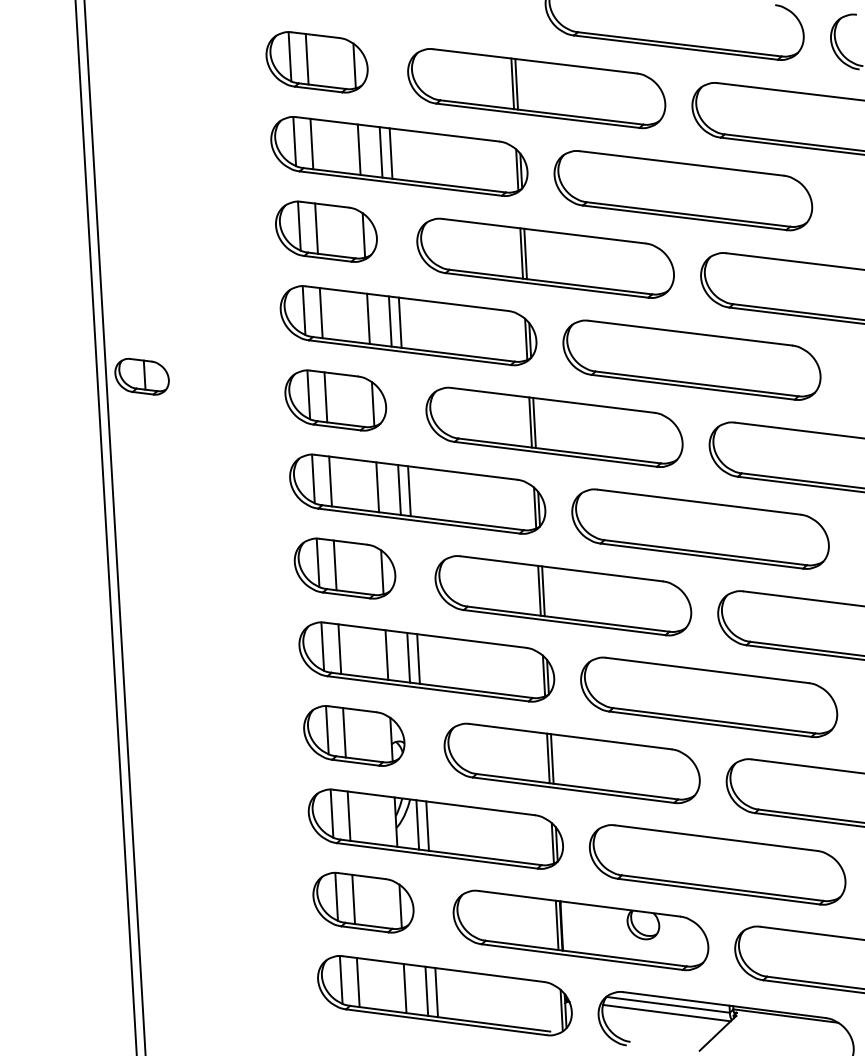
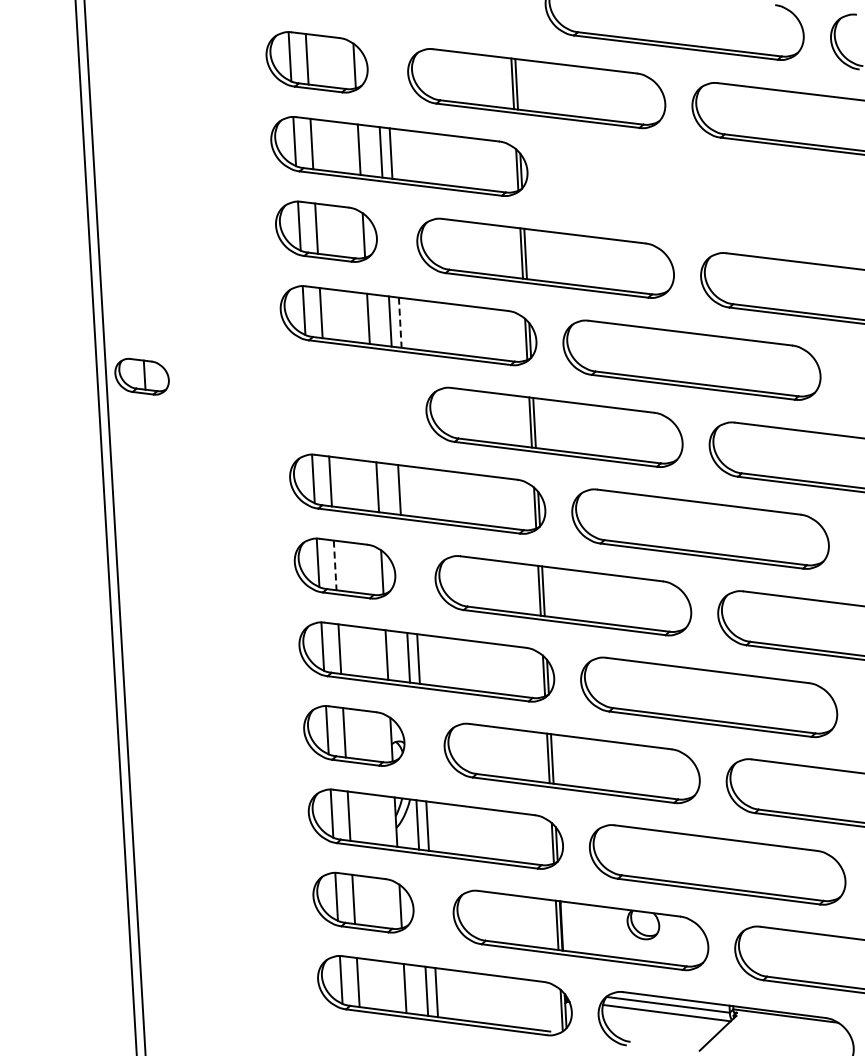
part at (683, 190): present -> none
line at (400, 323): solid -> dashed
part at (335, 400): present -> none
line at (409, 491): present -> none
line at (335, 565): solid -> dashed
